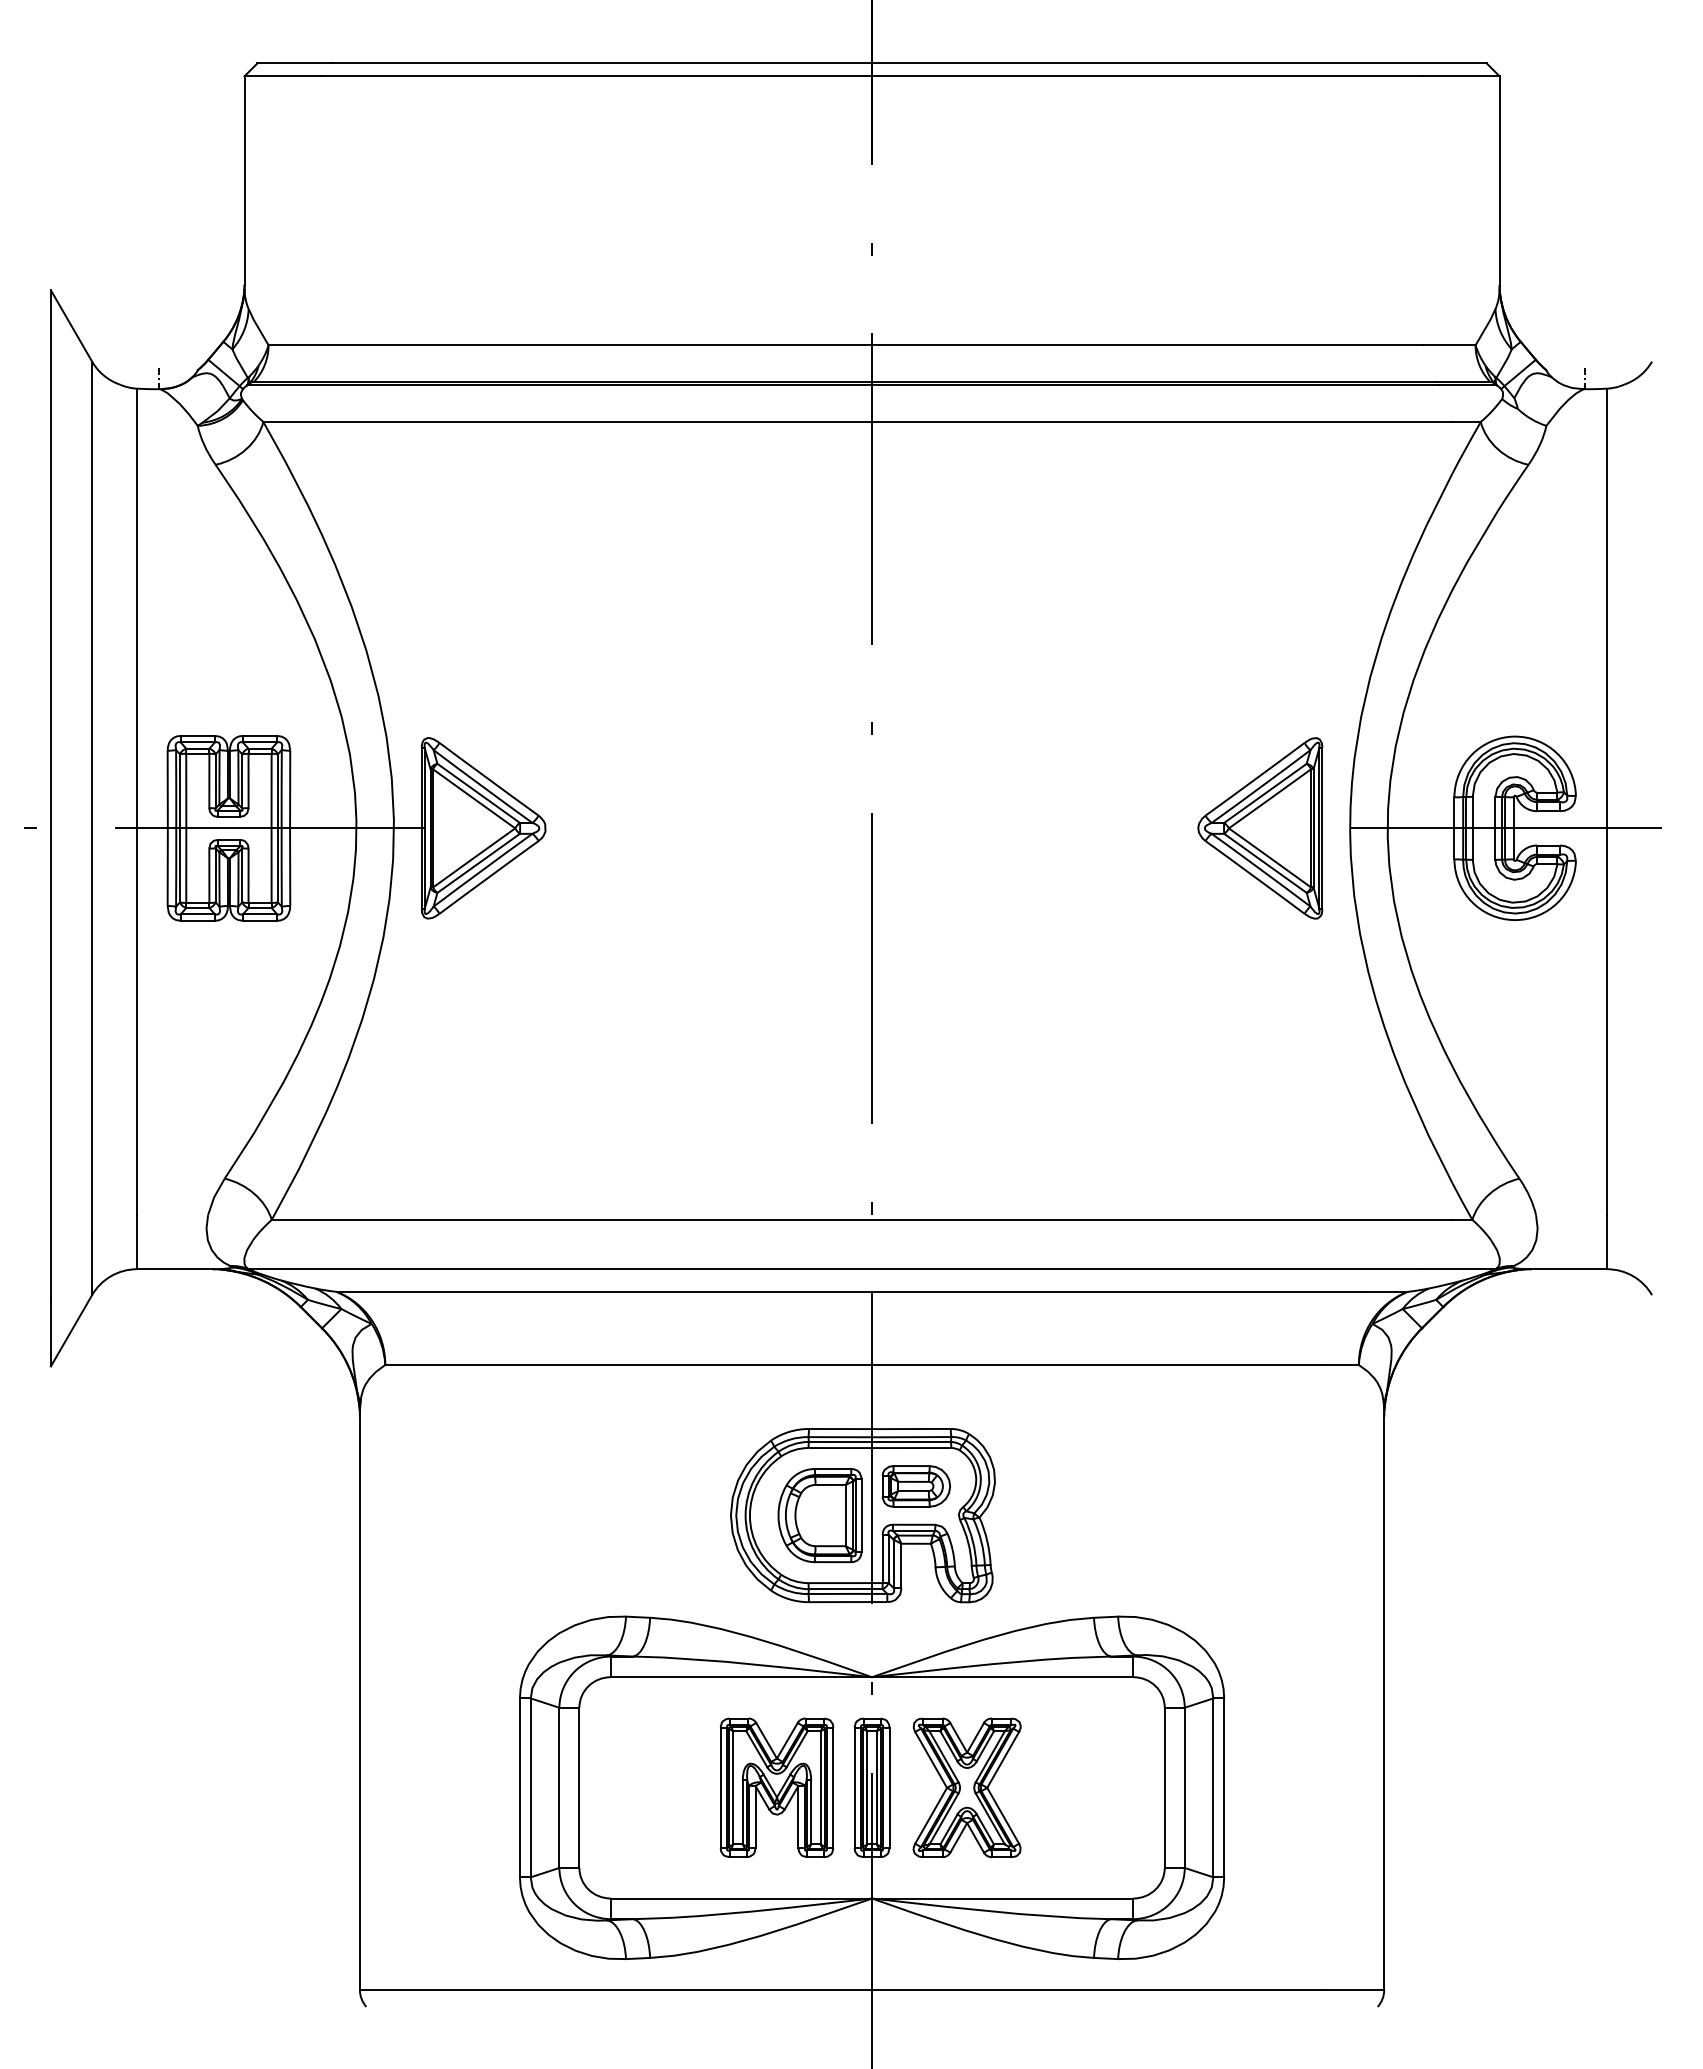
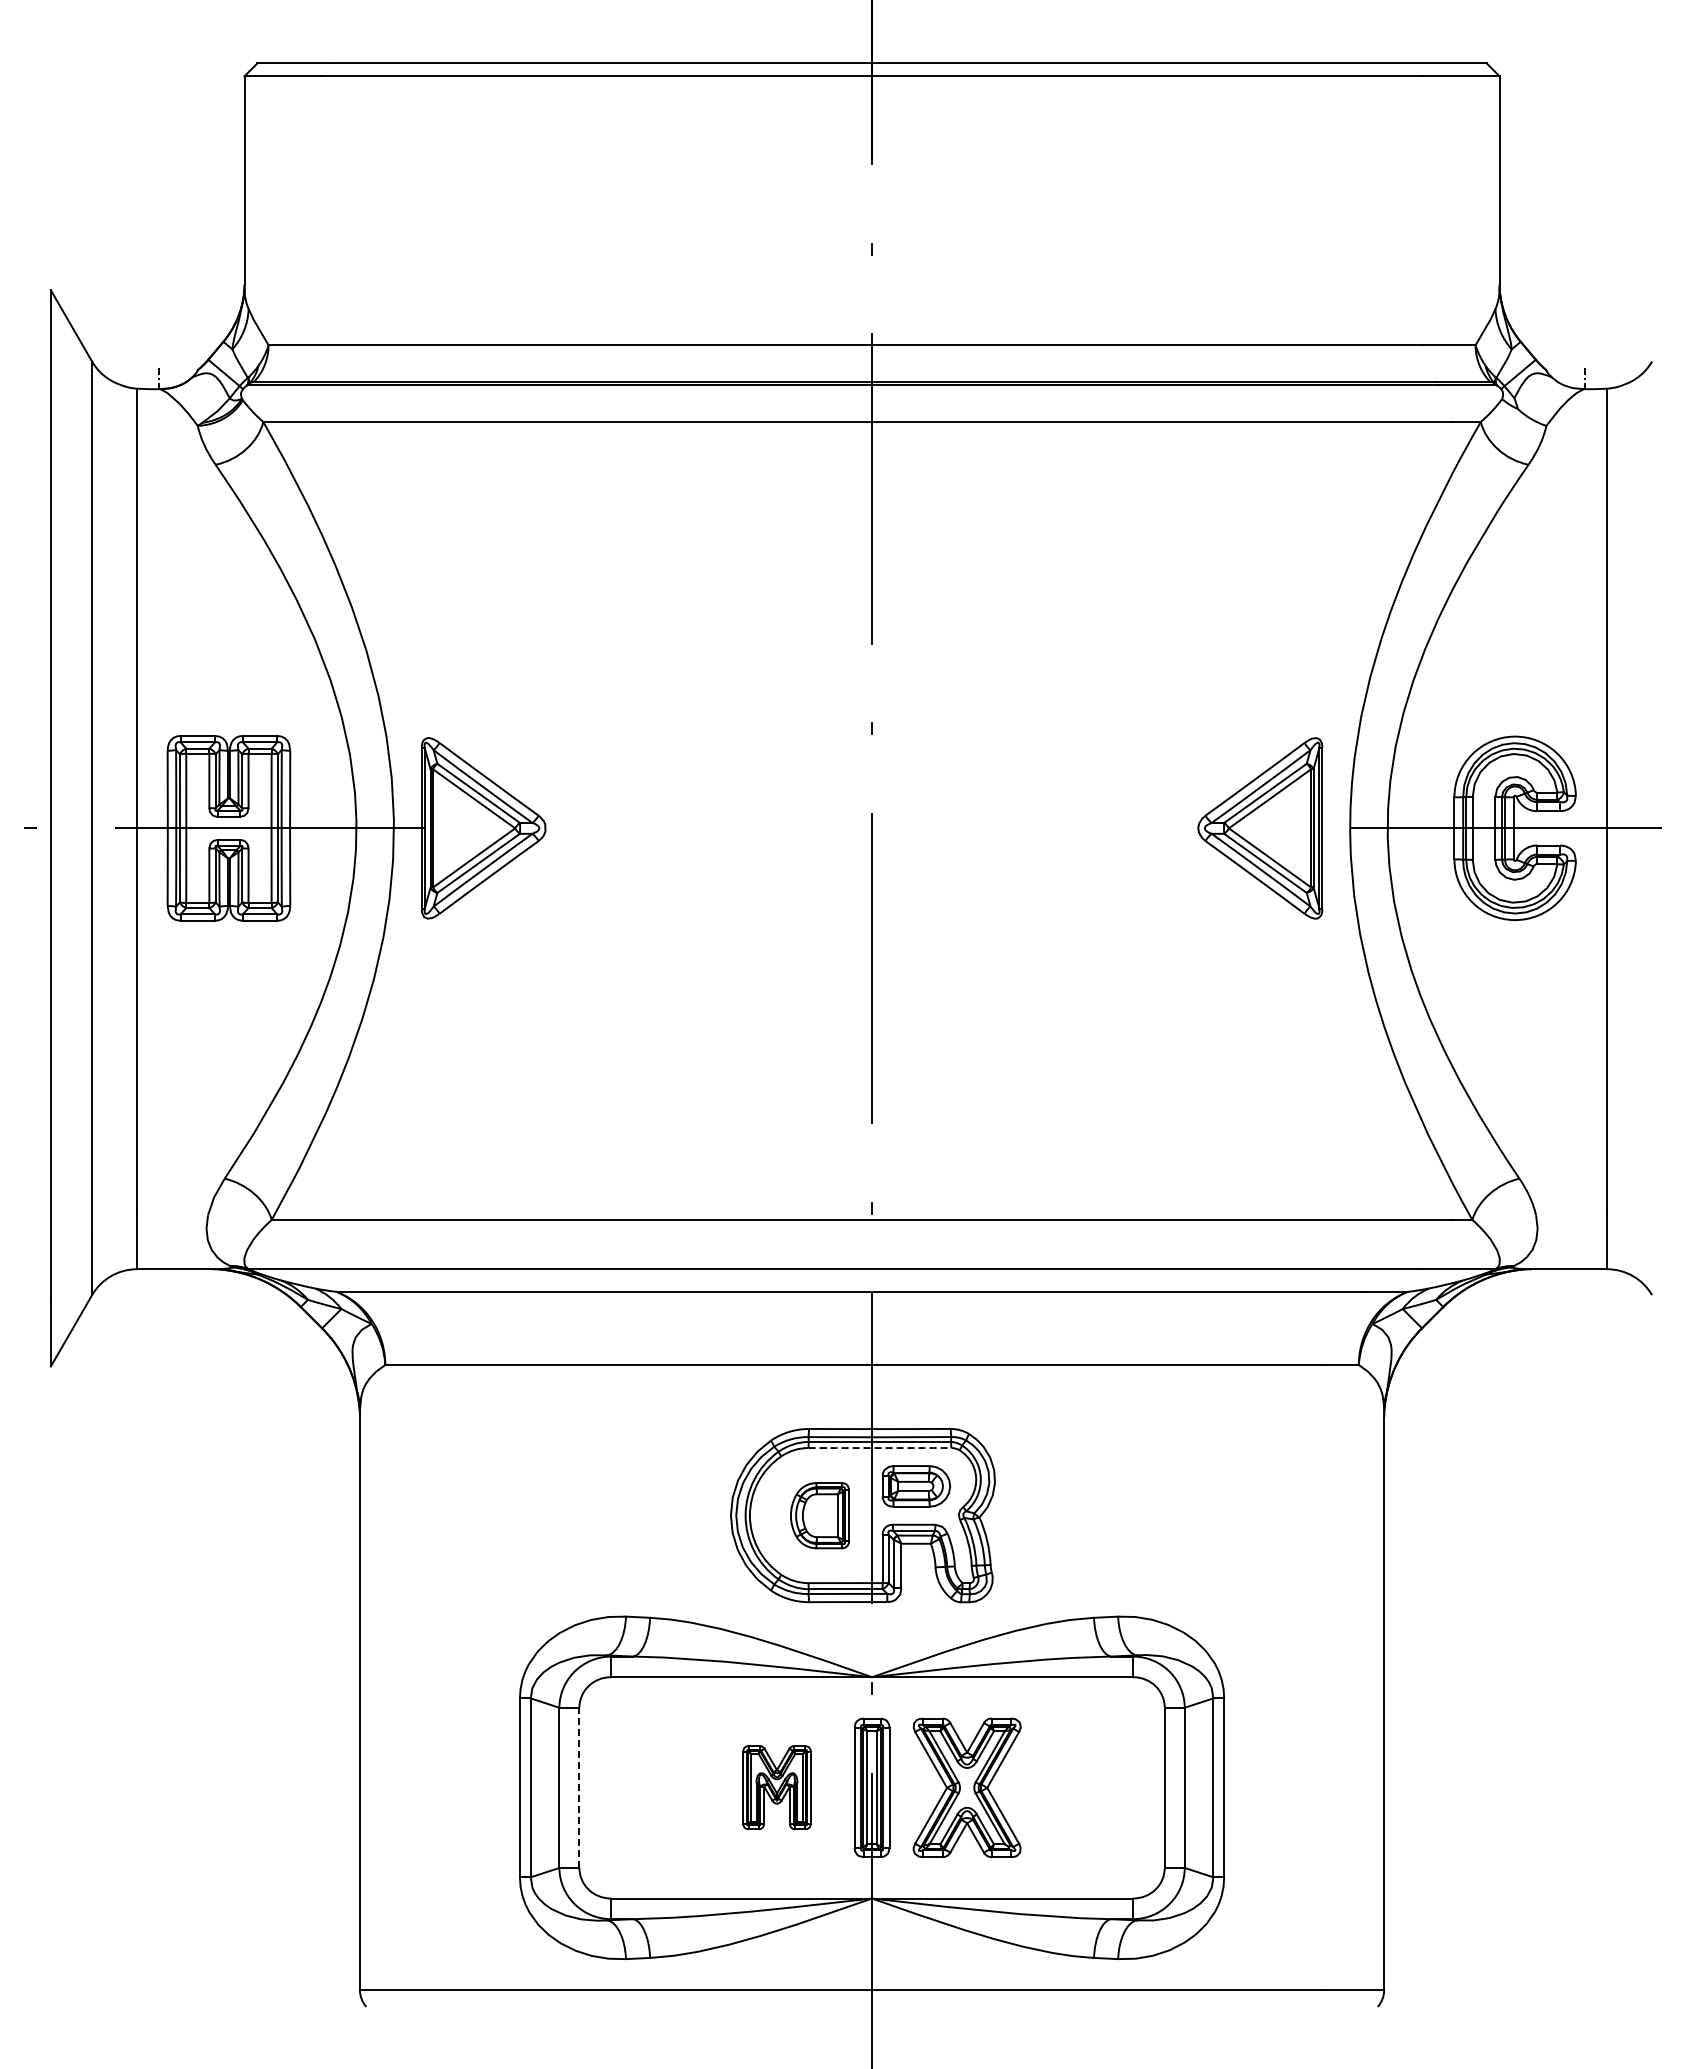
arc at (879, 1448): solid -> dashed
part at (819, 1515) size: 86x96 px -> 60x68 px
line at (579, 1787): solid -> dashed
part at (776, 1787) size: 116x141 px -> 70x86 px
